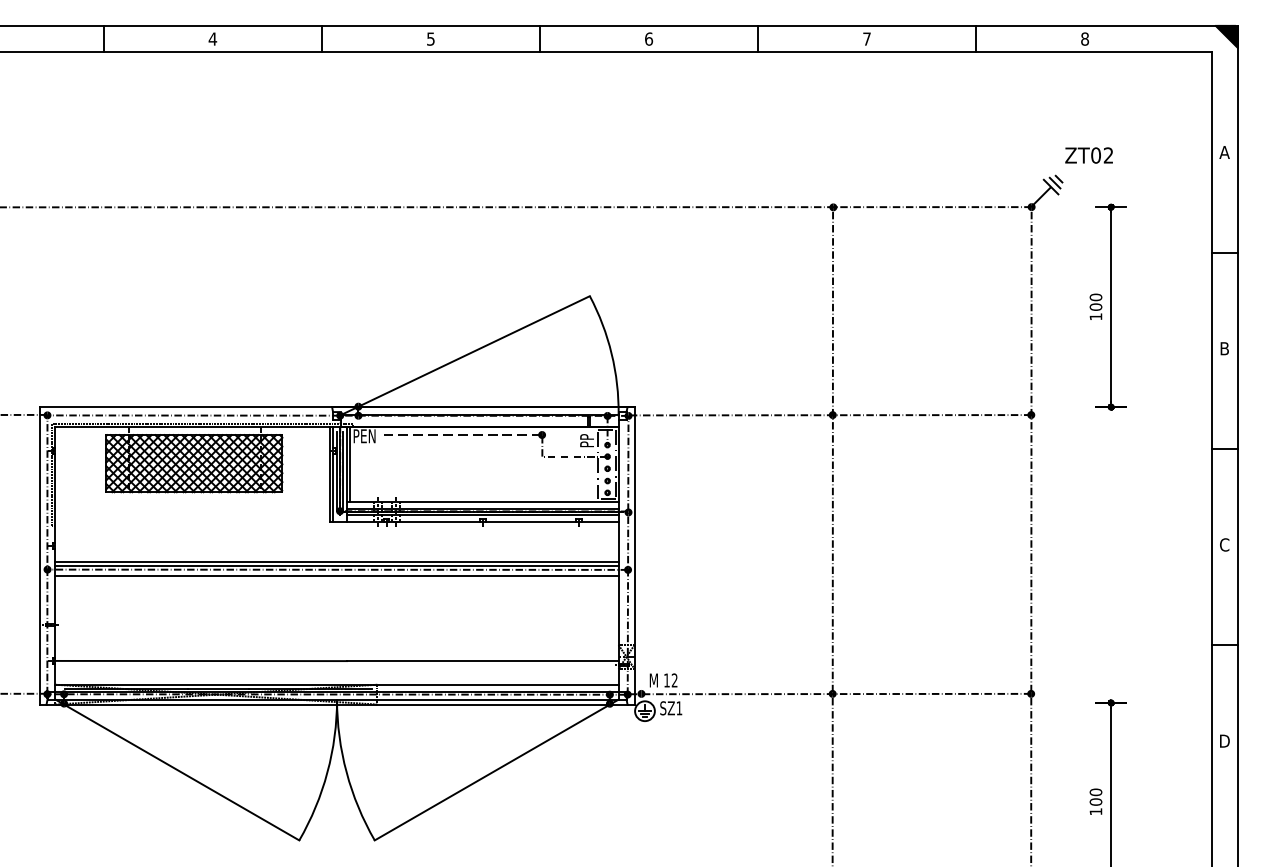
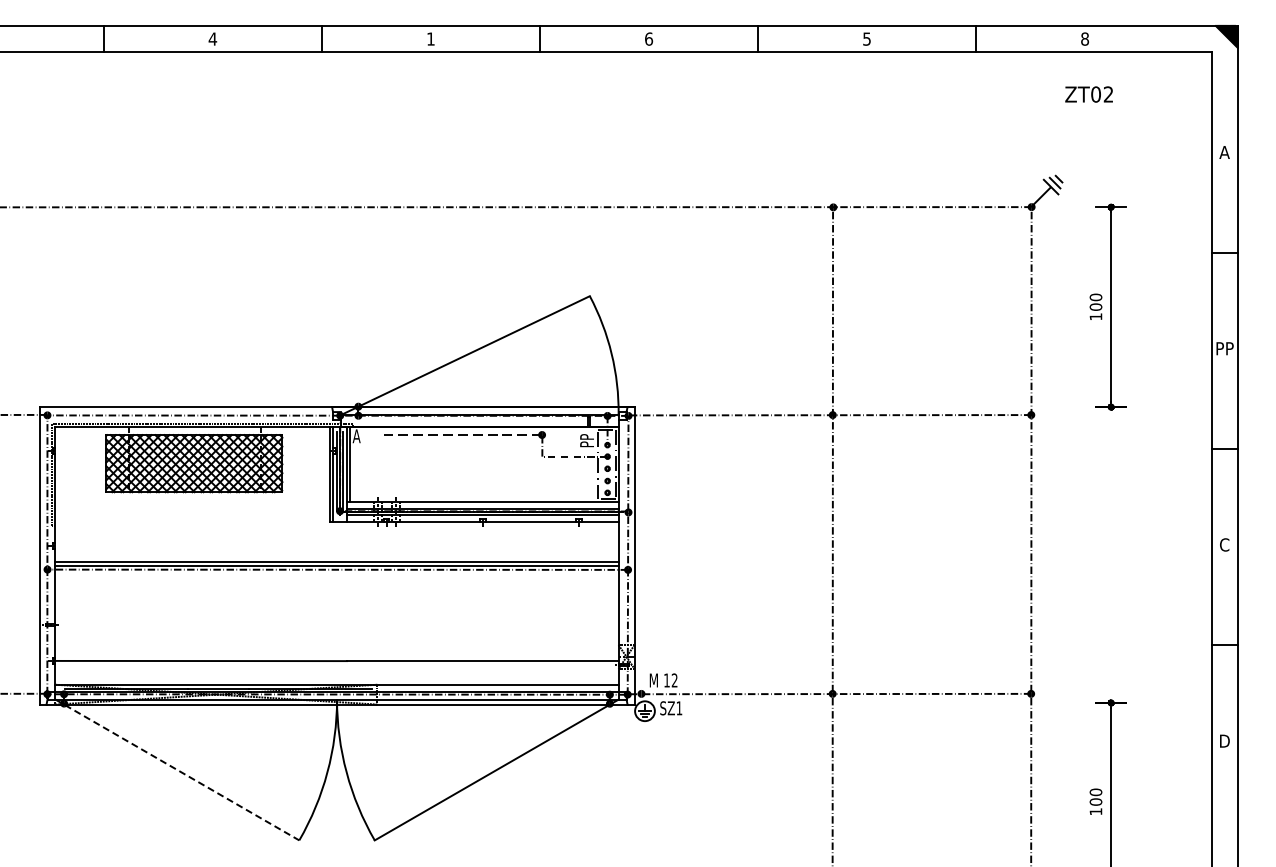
text at (430, 38): 5 -> 1
text at (866, 38): 7 -> 5
text at (1088, 155) position: (1088, 155) -> (1088, 94)
text at (1224, 348): B -> PP
text at (363, 436): PEN -> A
line at (336, 575): present -> none
line at (177, 770): solid -> dashed
